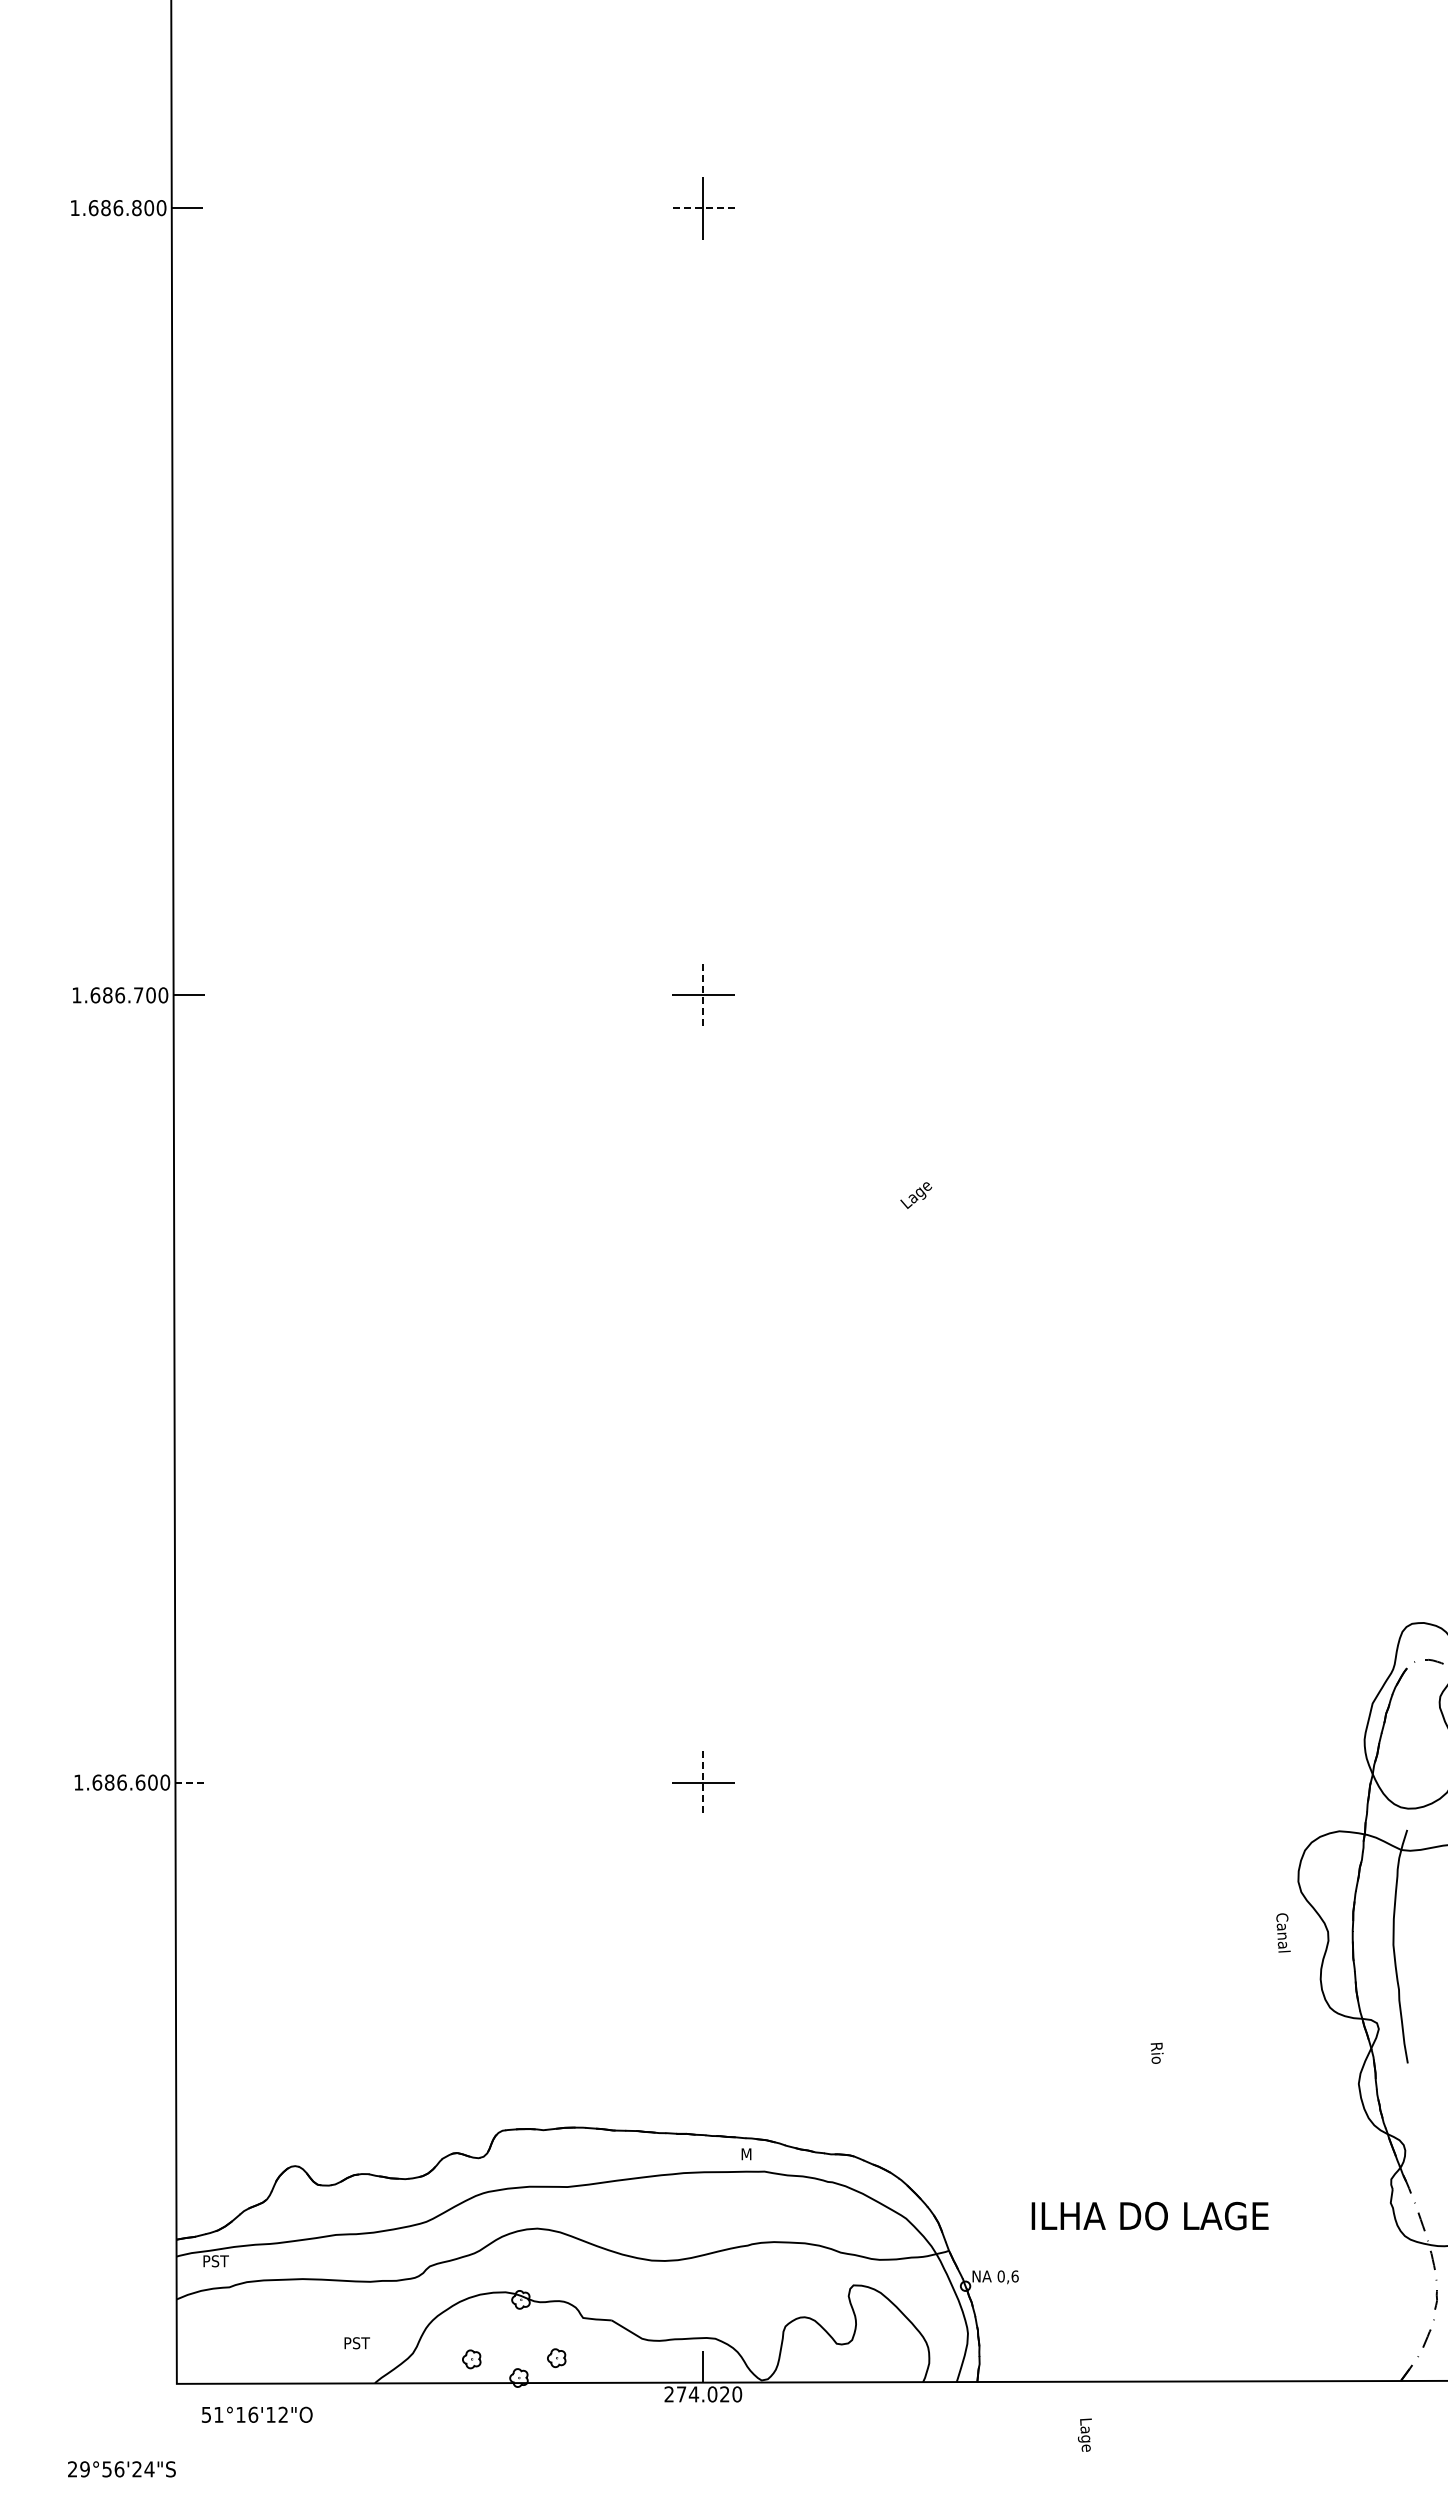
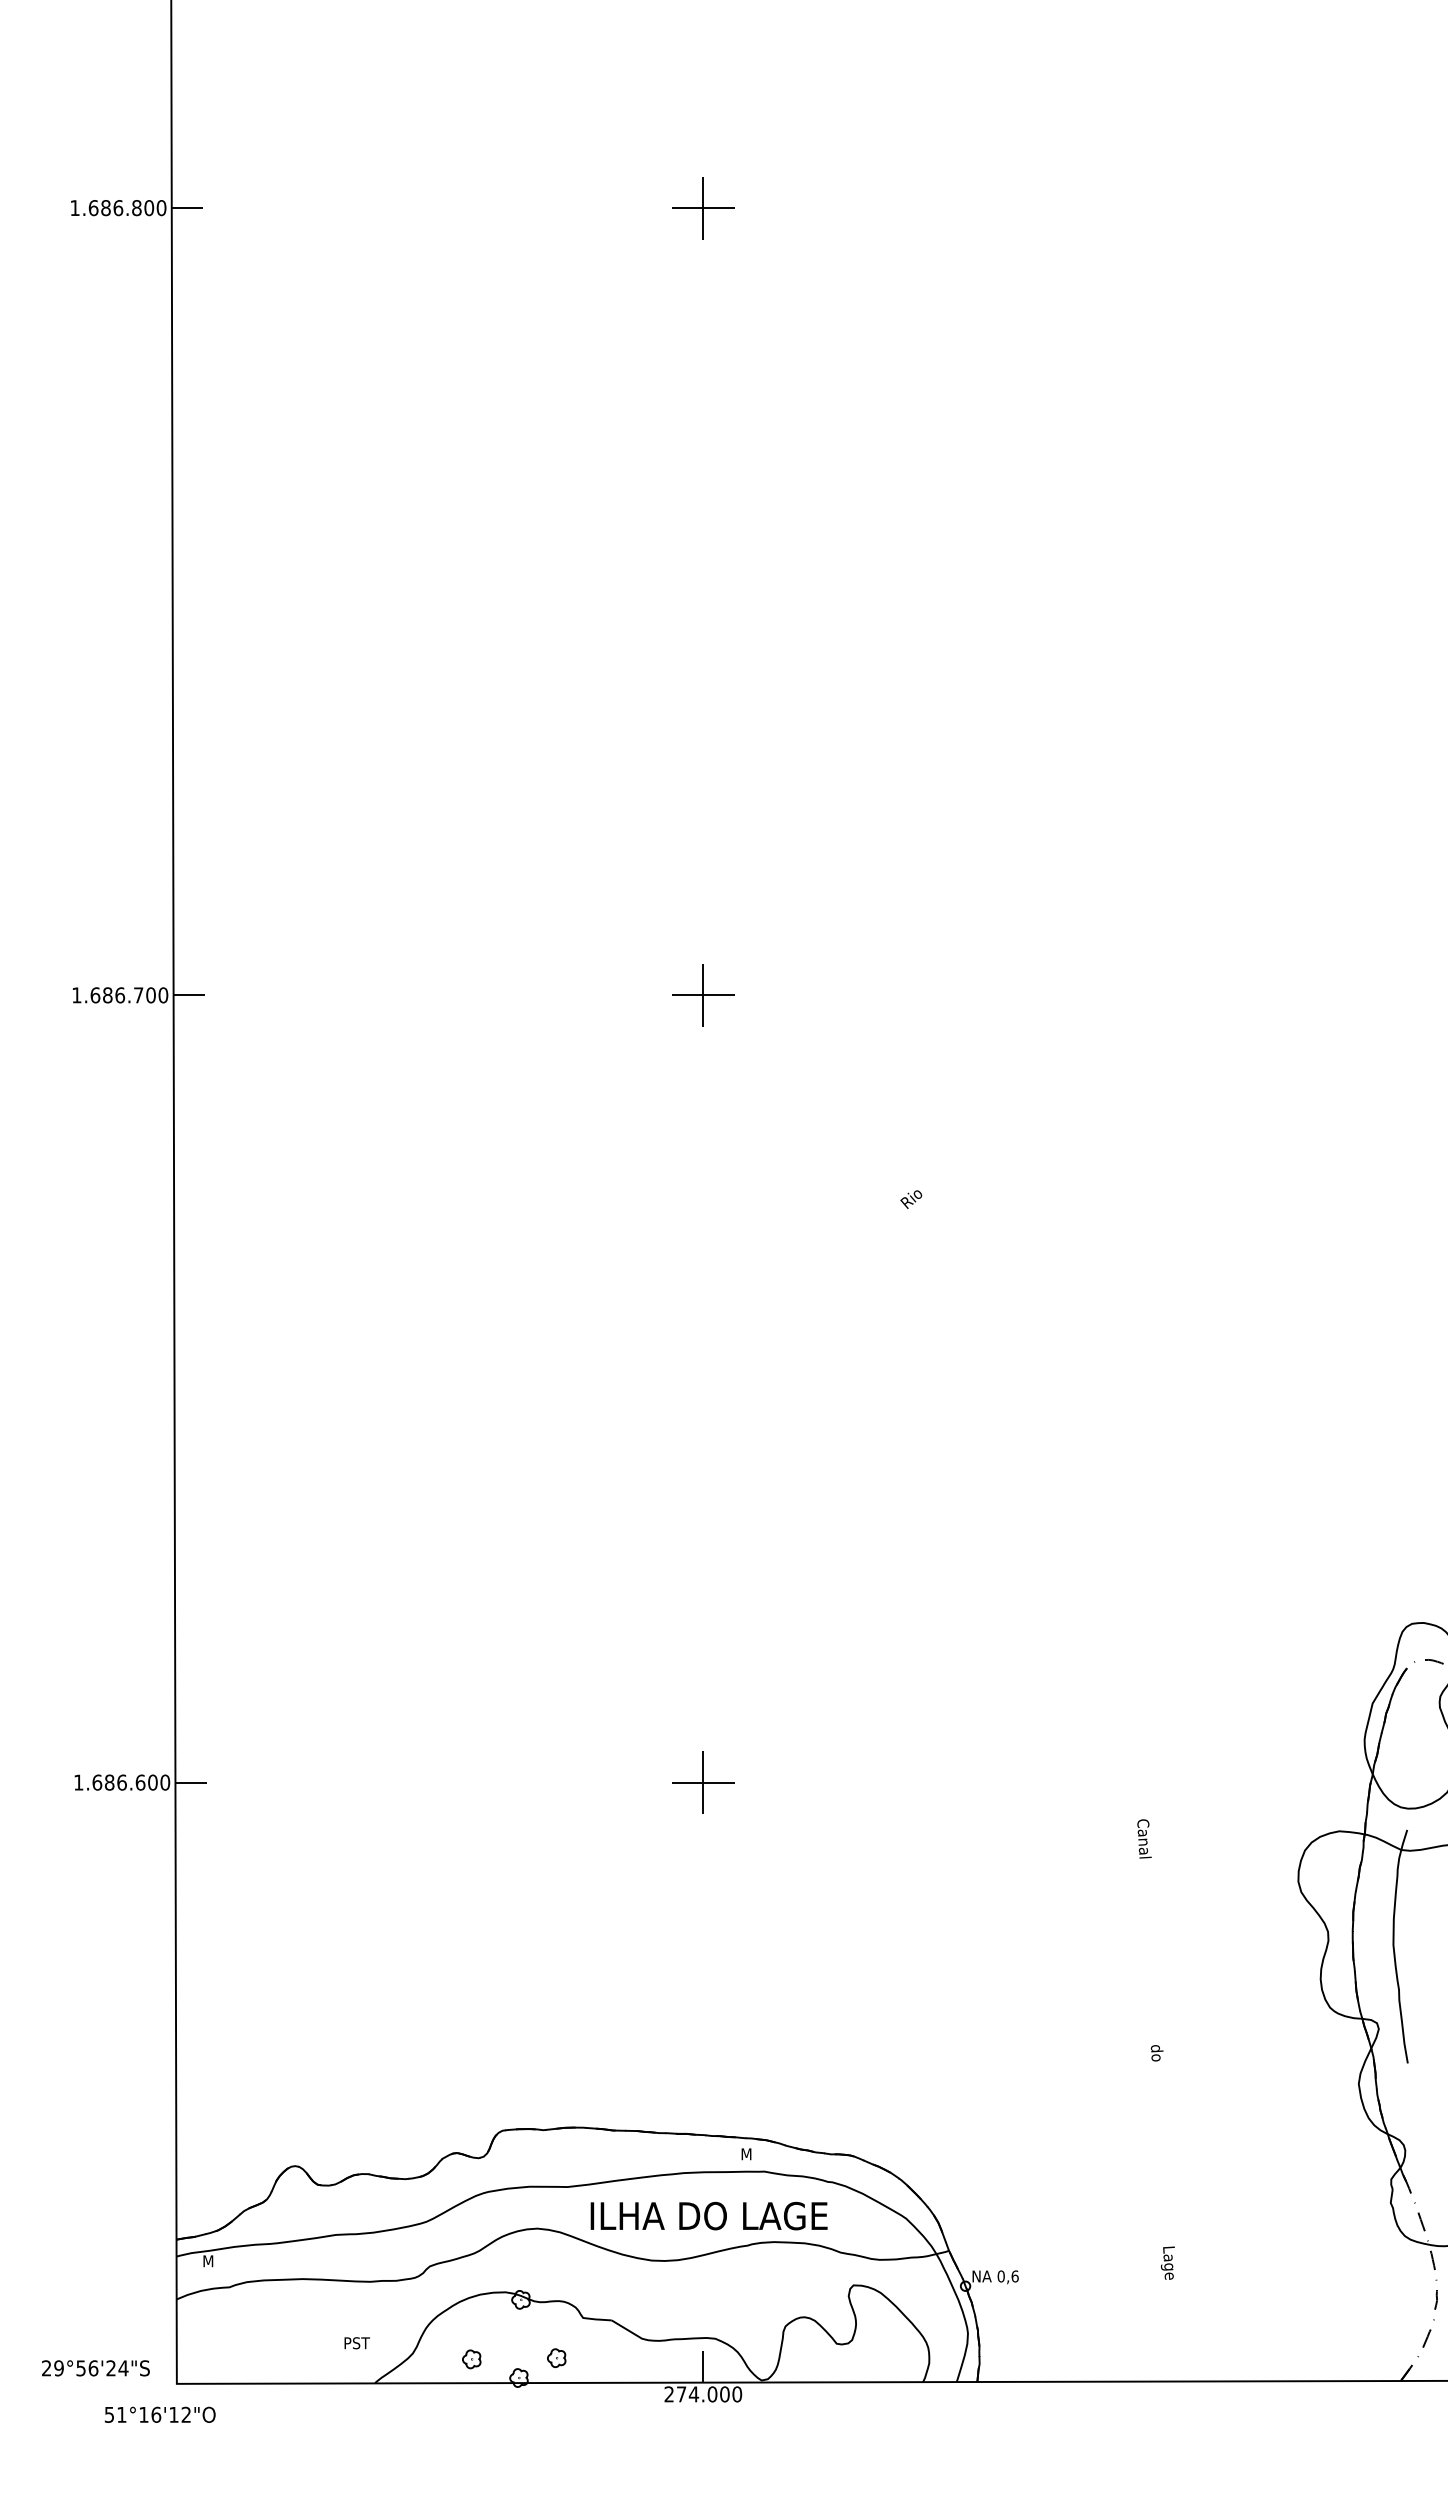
line at (702, 208): dashed -> solid
line at (703, 995): dashed -> solid
text at (916, 1194): Lage -> Rio
line at (191, 1782): dashed -> solid
line at (703, 1783): dashed -> solid
text at (1283, 1932) position: (1283, 1932) -> (1144, 1838)
text at (1156, 2052): Rio -> do
text at (1149, 2215) position: (1149, 2215) -> (708, 2215)
text at (216, 2261): PST -> M
text at (724, 2394): 274.020 -> 274.000
text at (256, 2414) position: (256, 2414) -> (159, 2414)
text at (1084, 2434) position: (1084, 2434) -> (1167, 2262)
text at (121, 2469) position: (121, 2469) -> (95, 2368)
